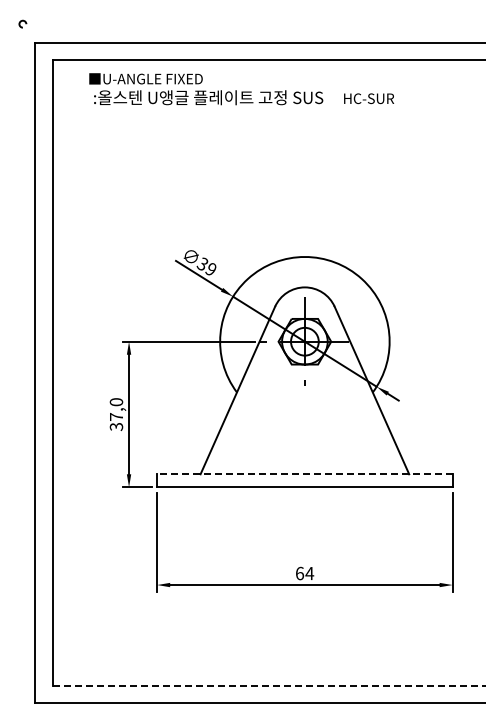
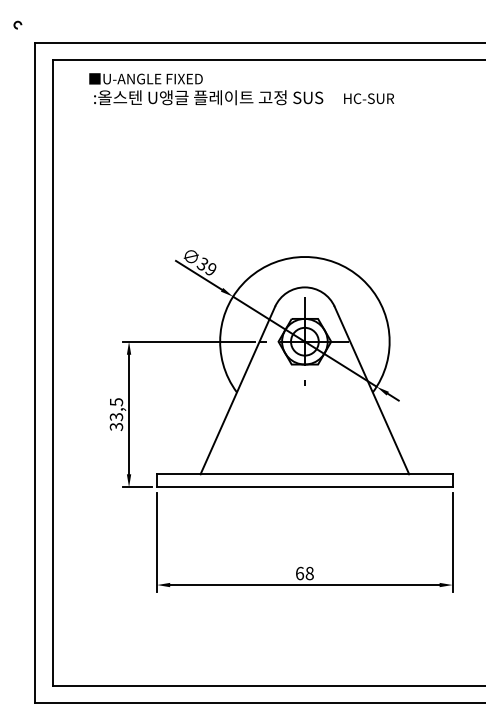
arc at (21, 22) position: (21, 22) -> (16, 23)
text at (116, 409): 37,0 -> 33,5
line at (304, 474): dashed -> solid
text at (309, 573): 64 -> 68
line at (269, 685): dashed -> solid
